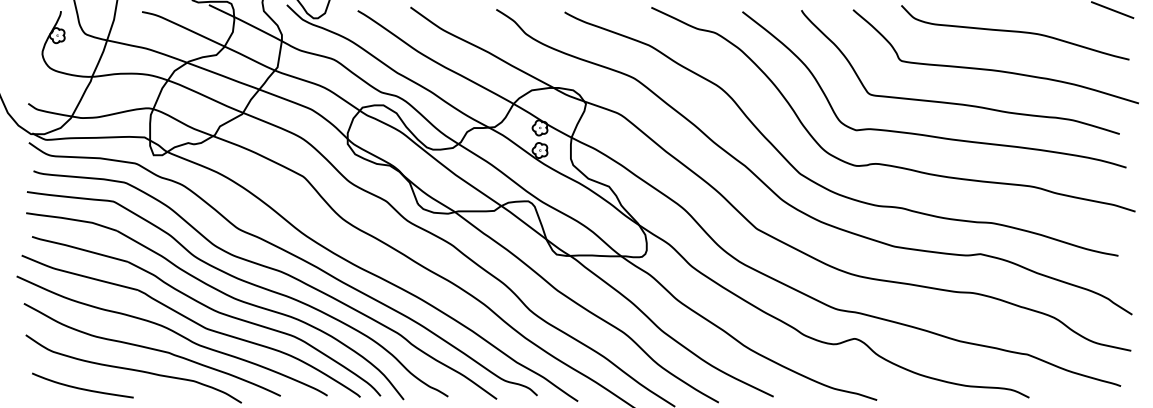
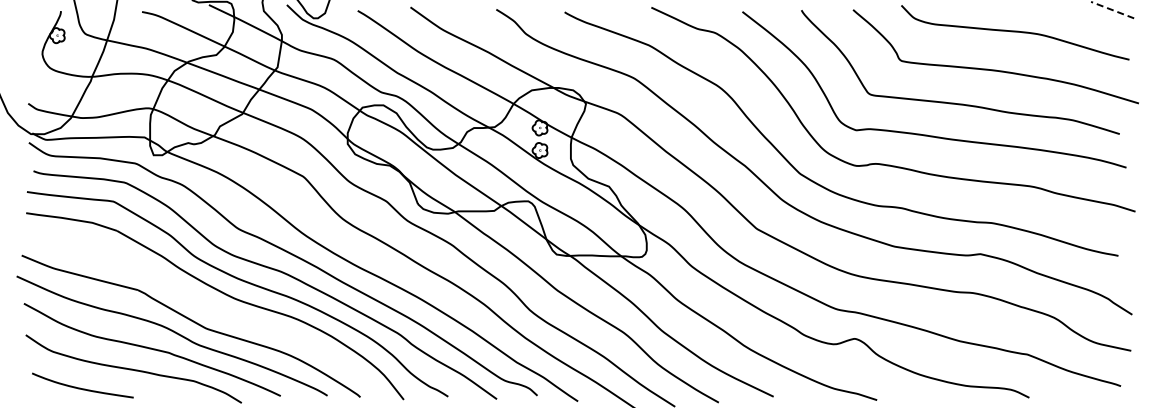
line at (1112, 9): solid -> dashed
part at (209, 309): present -> none
